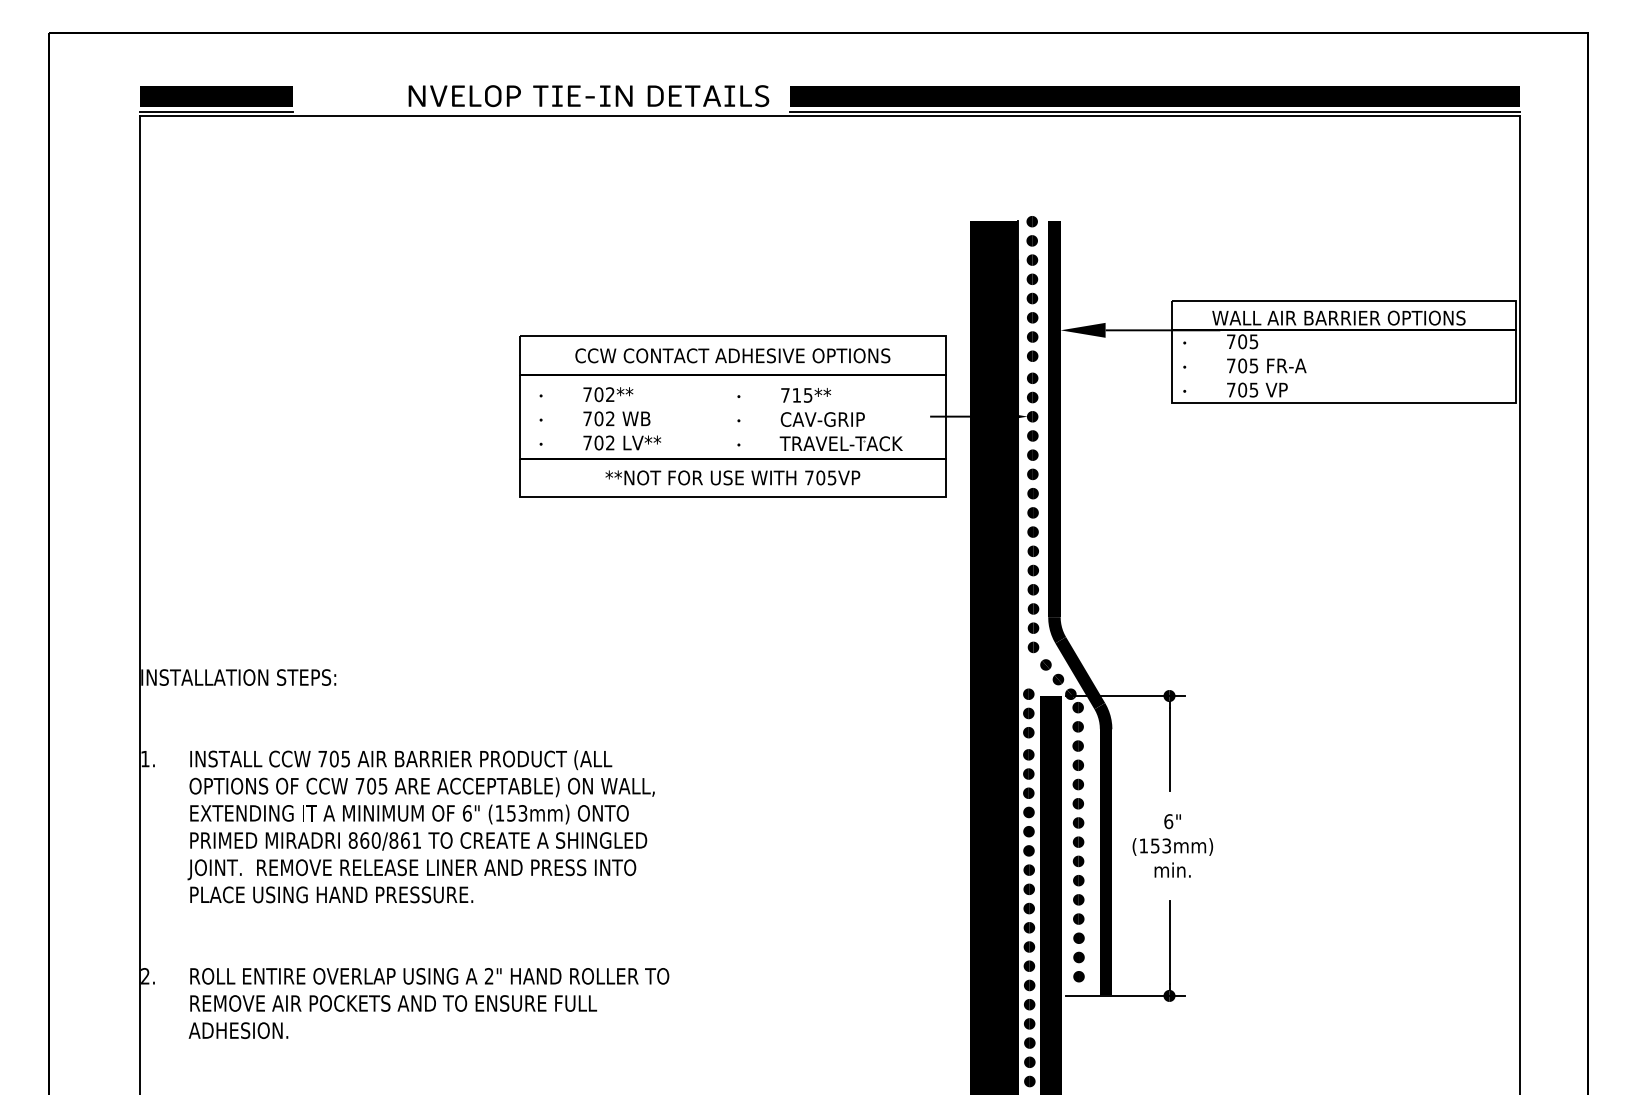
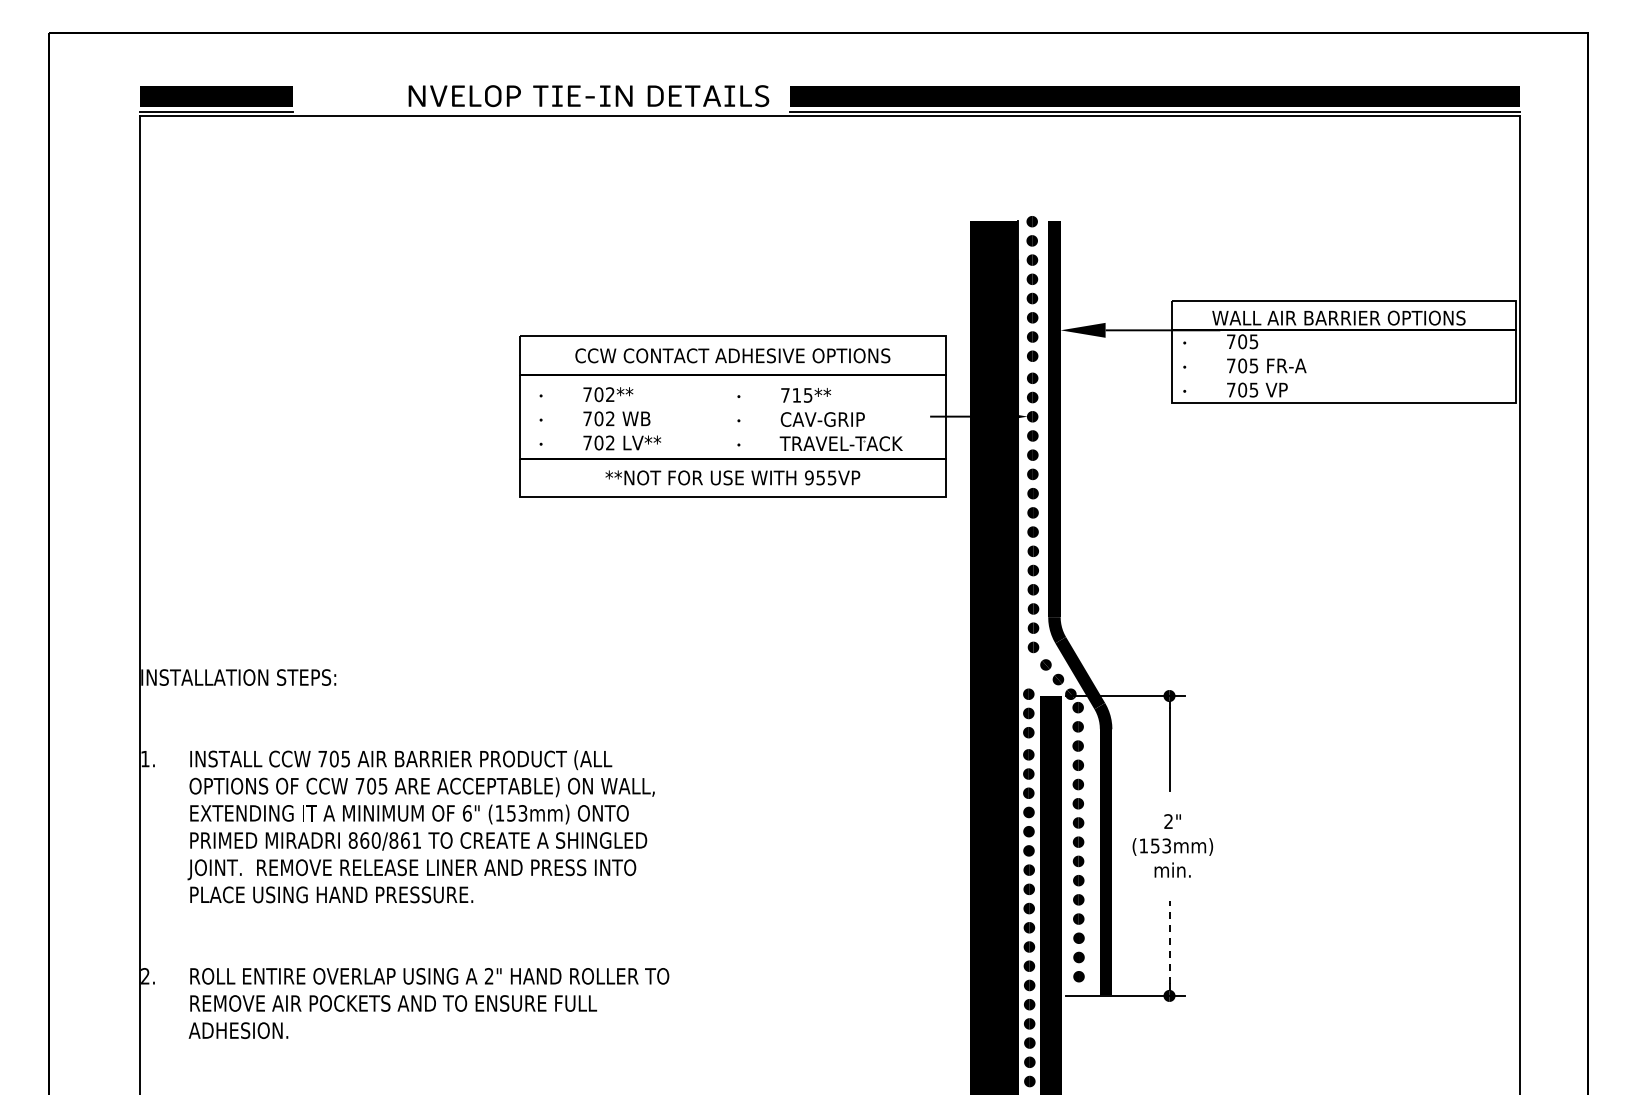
text at (814, 477): 705VP -> 955VP
text at (1168, 821): 6" -> 2"
line at (1169, 941): solid -> dashed
